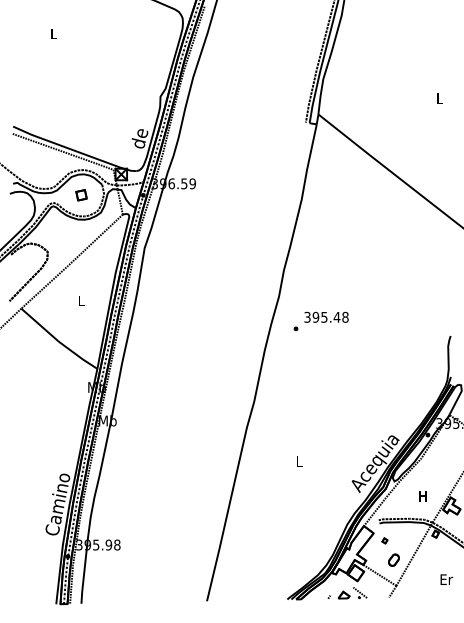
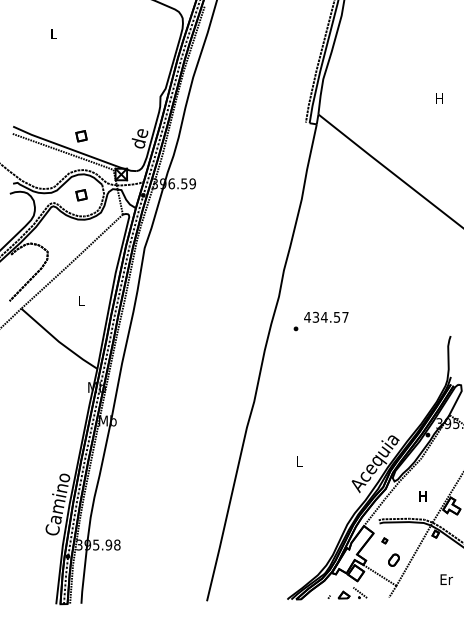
text at (439, 98): L -> H
part at (81, 136): none -> present
text at (326, 316): 395.48 -> 434.57
